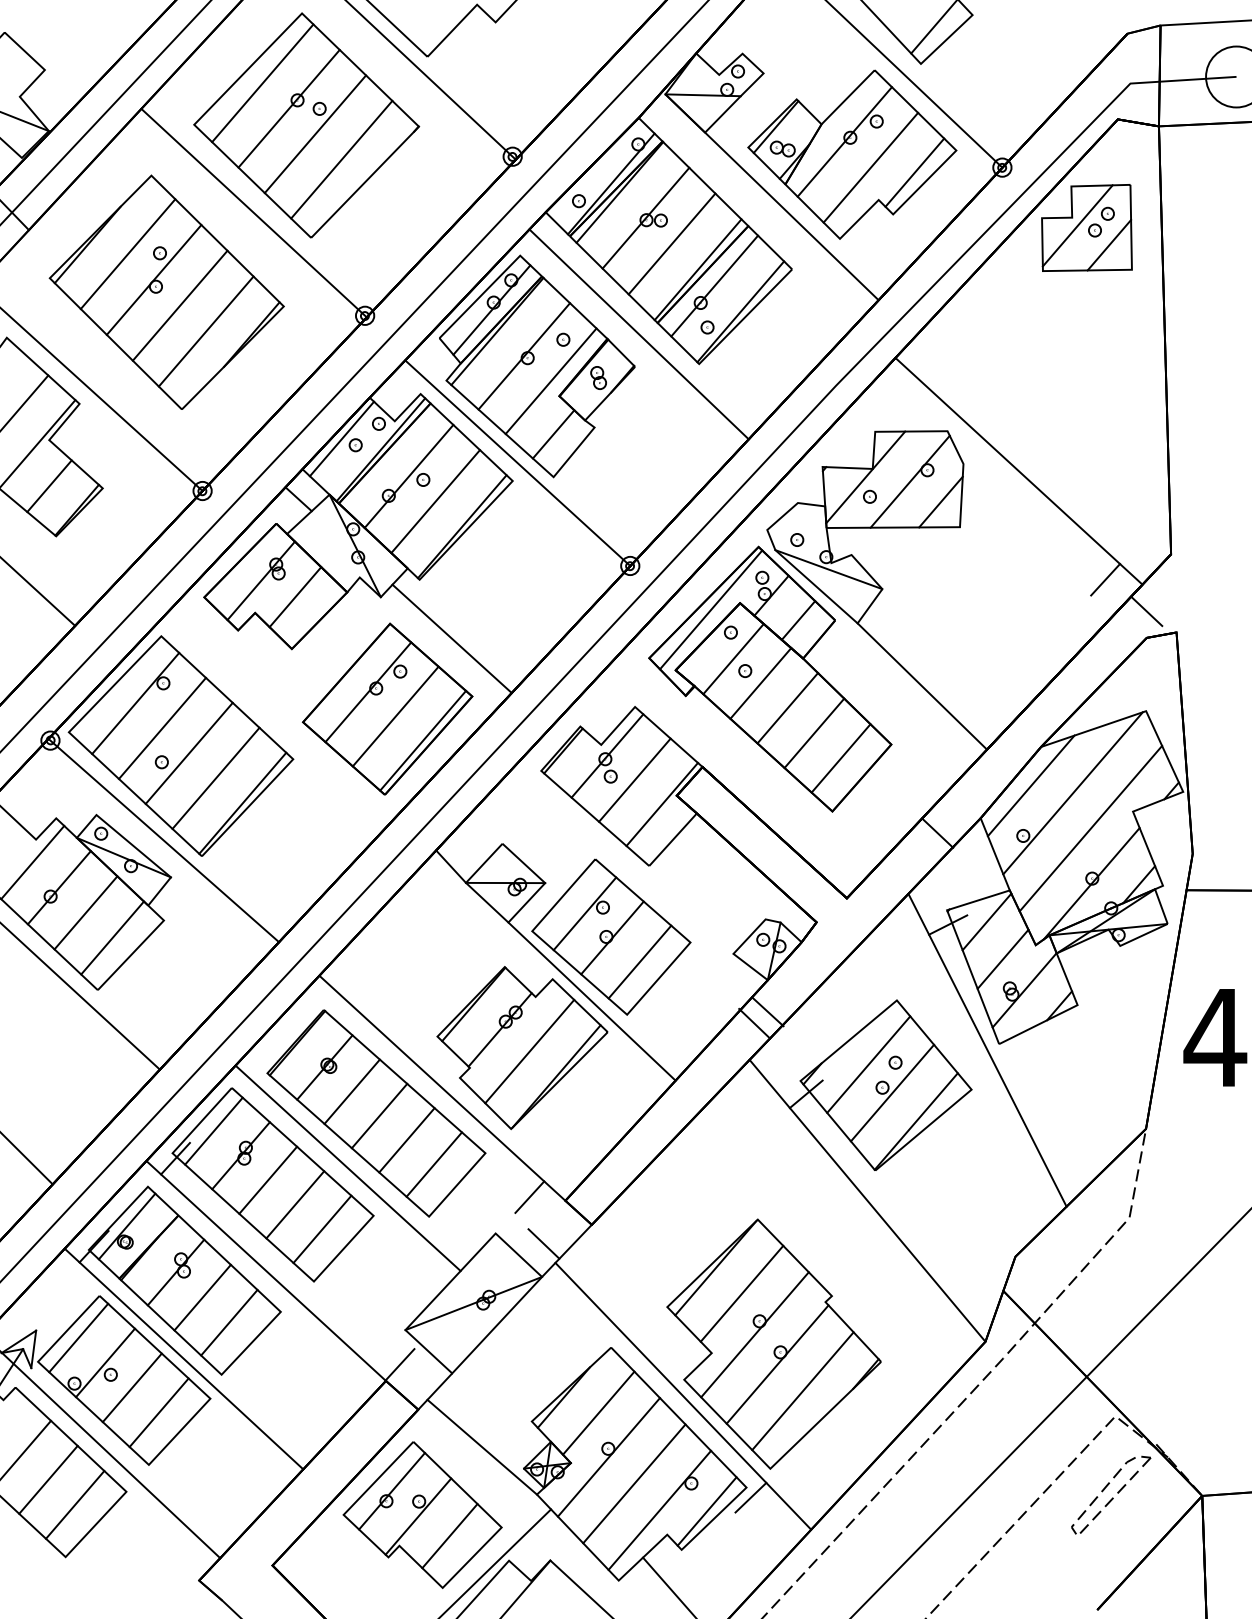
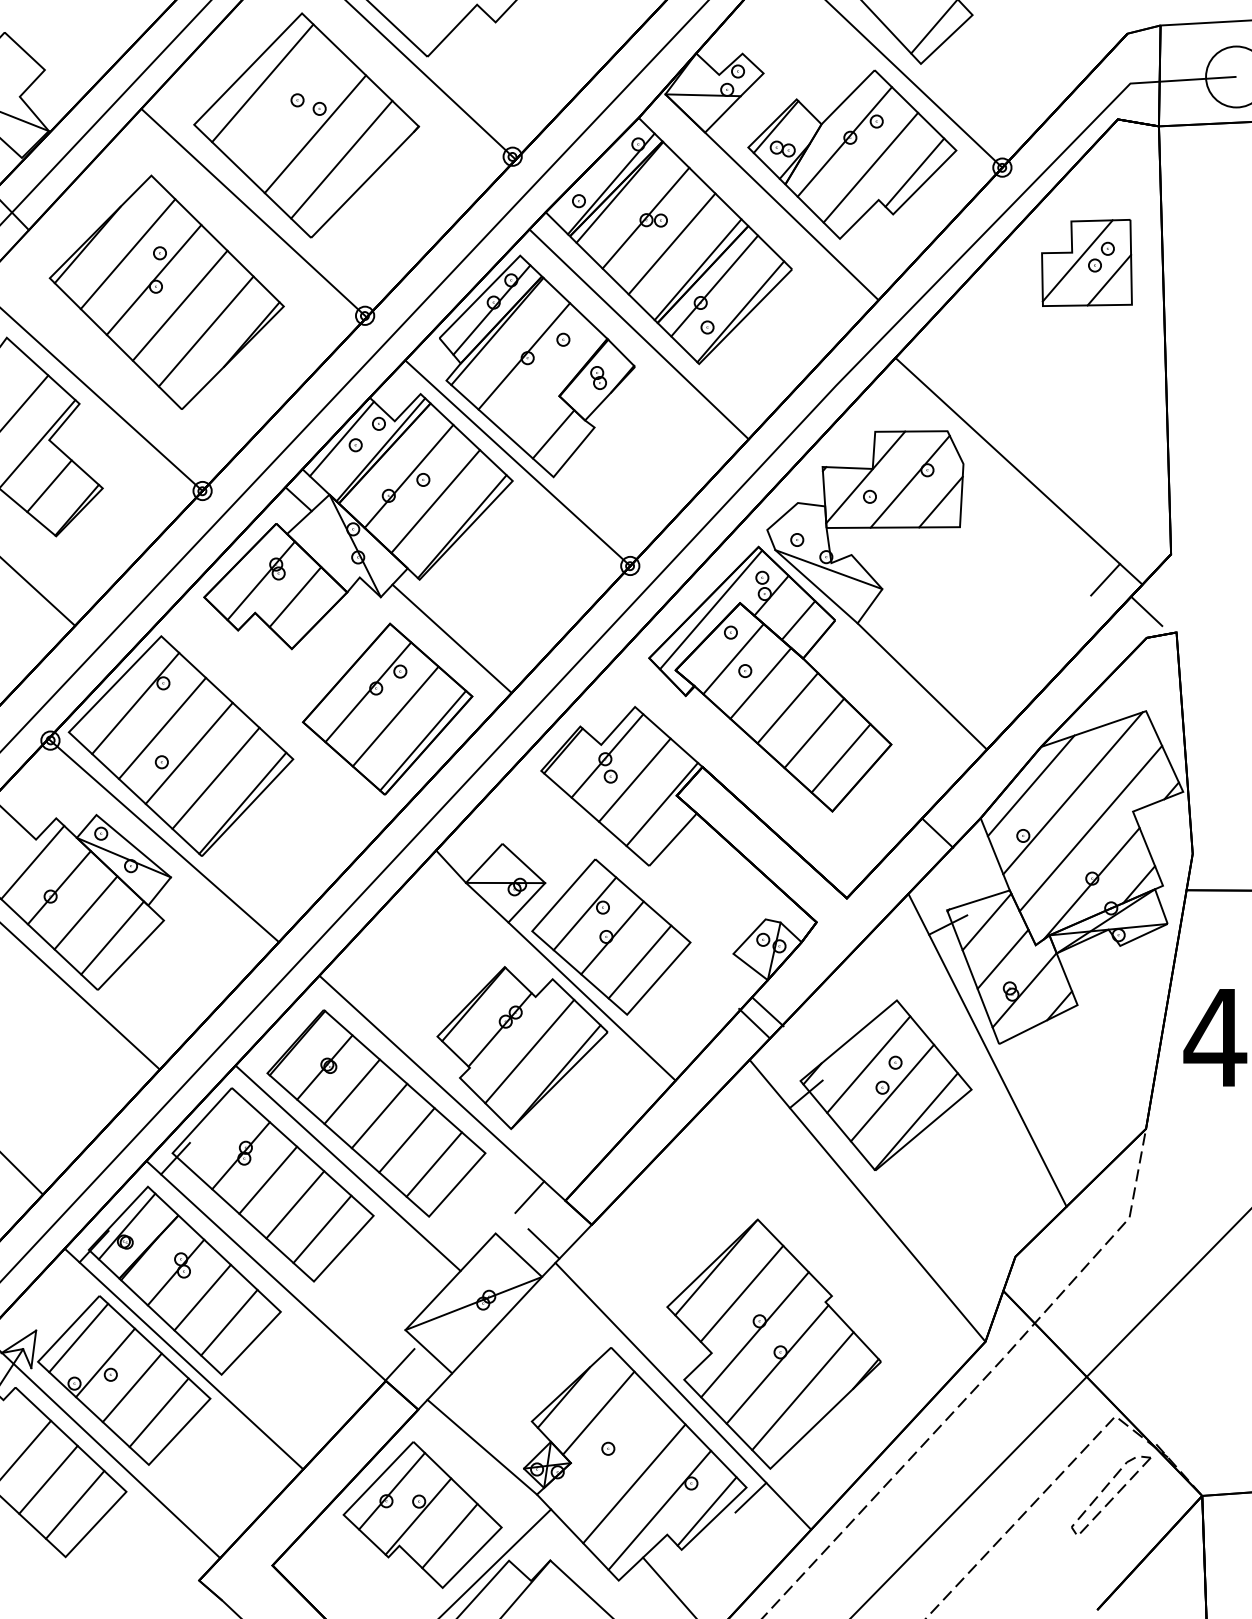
line at (288, 108): present -> none
part at (1086, 227) position: (1086, 227) -> (1086, 262)
line at (550, 381): present -> none
line at (213, 1130): present -> none
line at (27, 1159) position: (27, 1159) -> (22, 1174)
line at (608, 1457): present -> none
